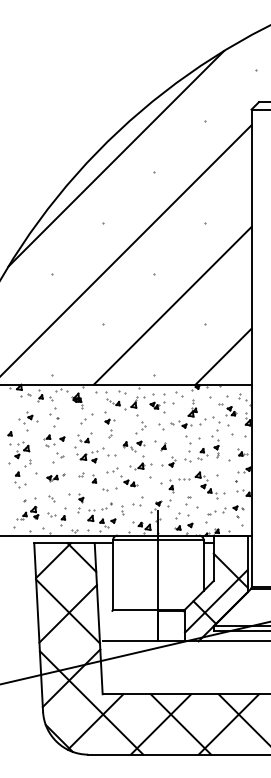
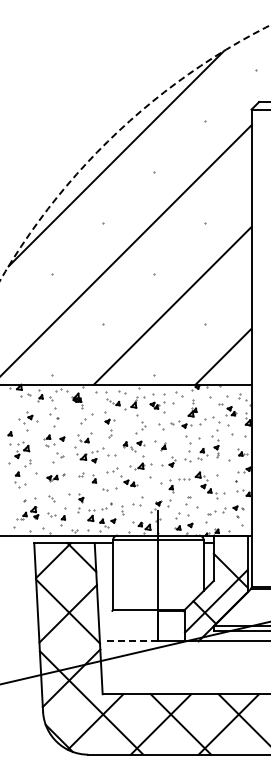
arc at (117, 132): solid -> dashed
line at (130, 641): solid -> dashed
